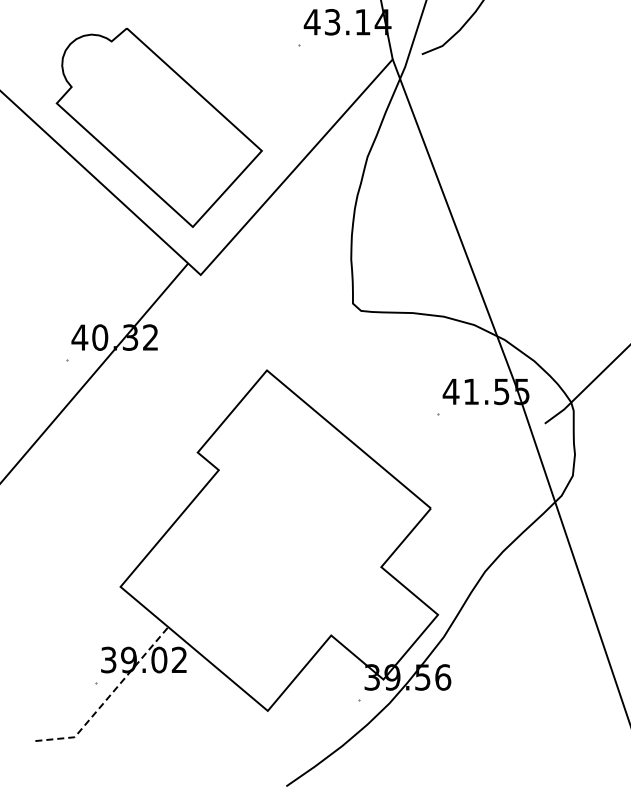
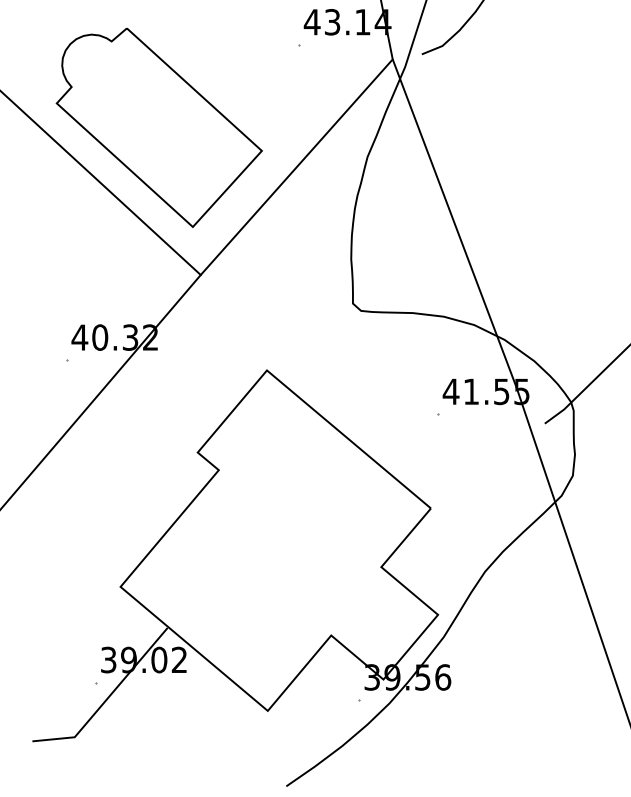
line at (94, 372) position: (94, 372) -> (101, 391)
line at (107, 699): dashed -> solid
